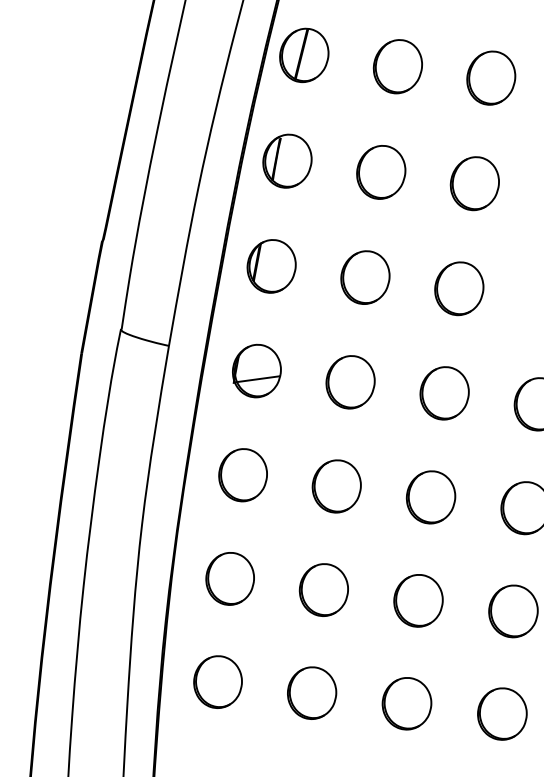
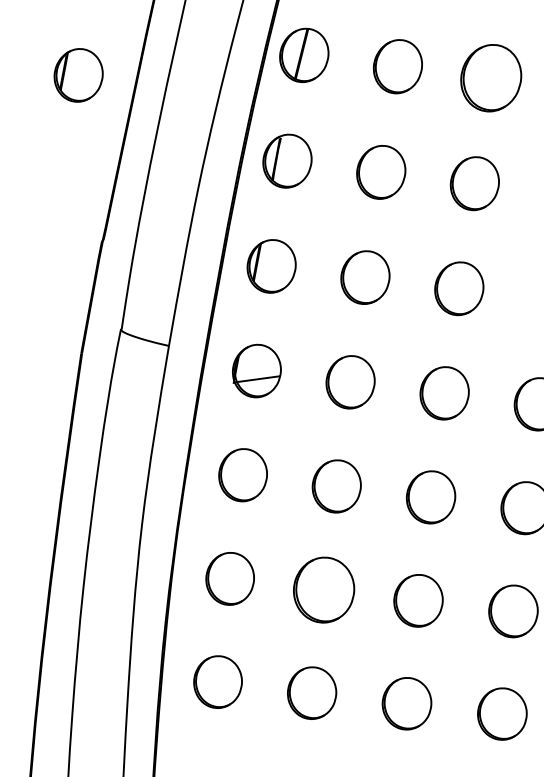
part at (78, 75): none -> present
part at (491, 77) size: 51x56 px -> 63x69 px
part at (323, 589) size: 51x54 px -> 63x68 px
